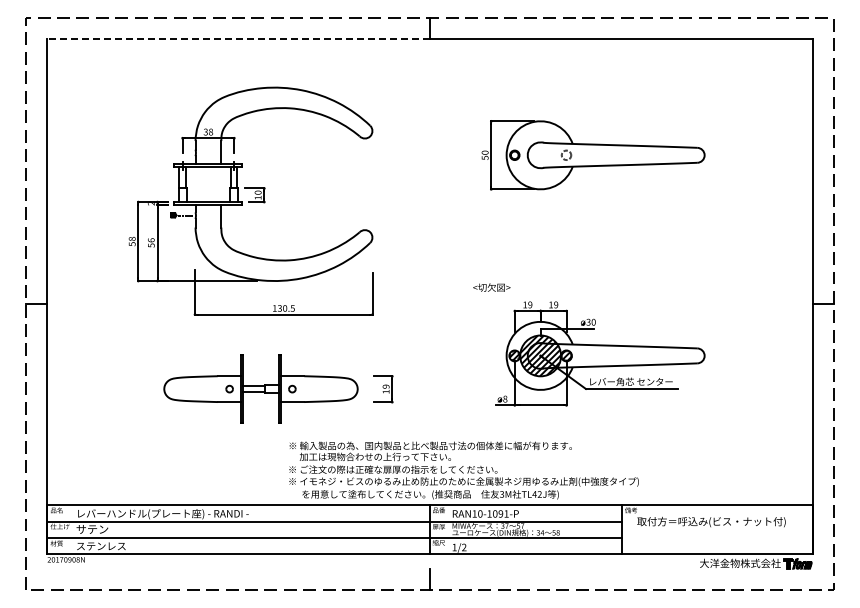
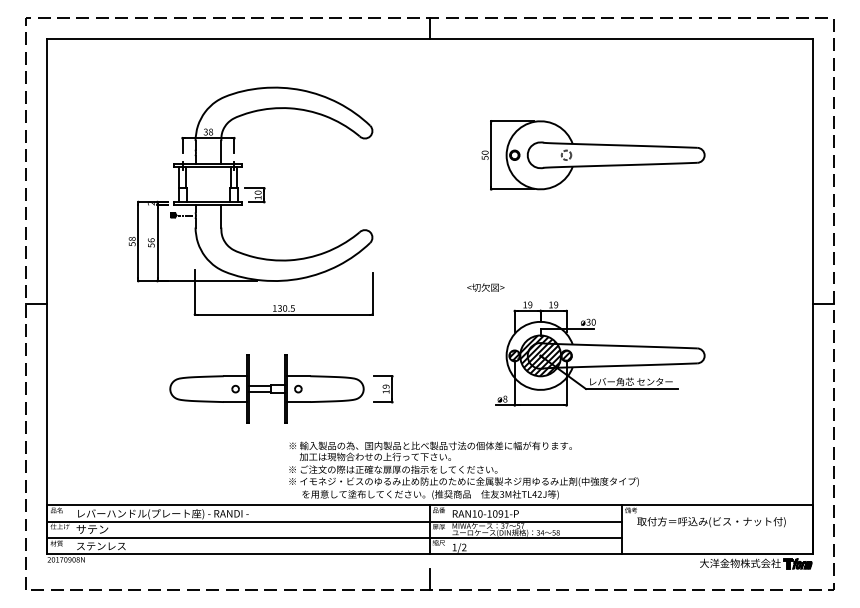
line at (238, 39): dashed -> solid
text at (491, 287) position: (491, 287) -> (485, 287)
part at (260, 388) position: (260, 388) -> (266, 388)
